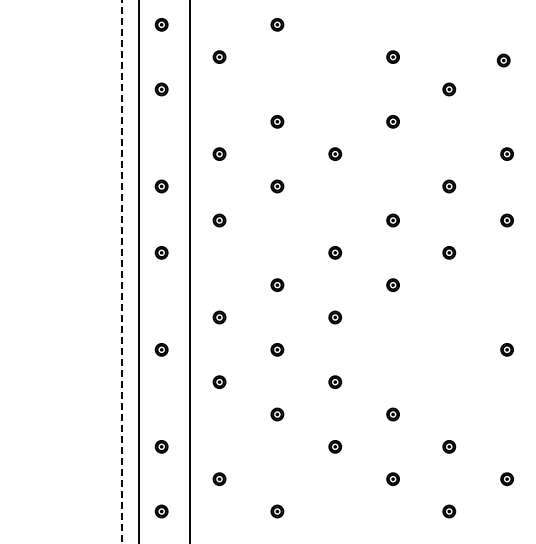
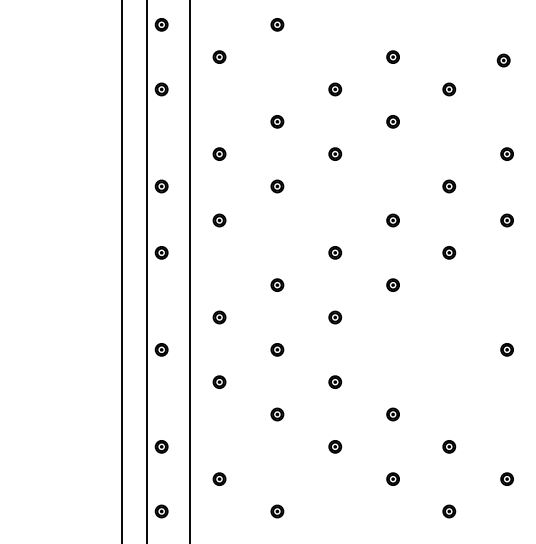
part at (335, 89): none -> present
line at (121, 271): dashed -> solid
line at (139, 271) position: (139, 271) -> (147, 271)
